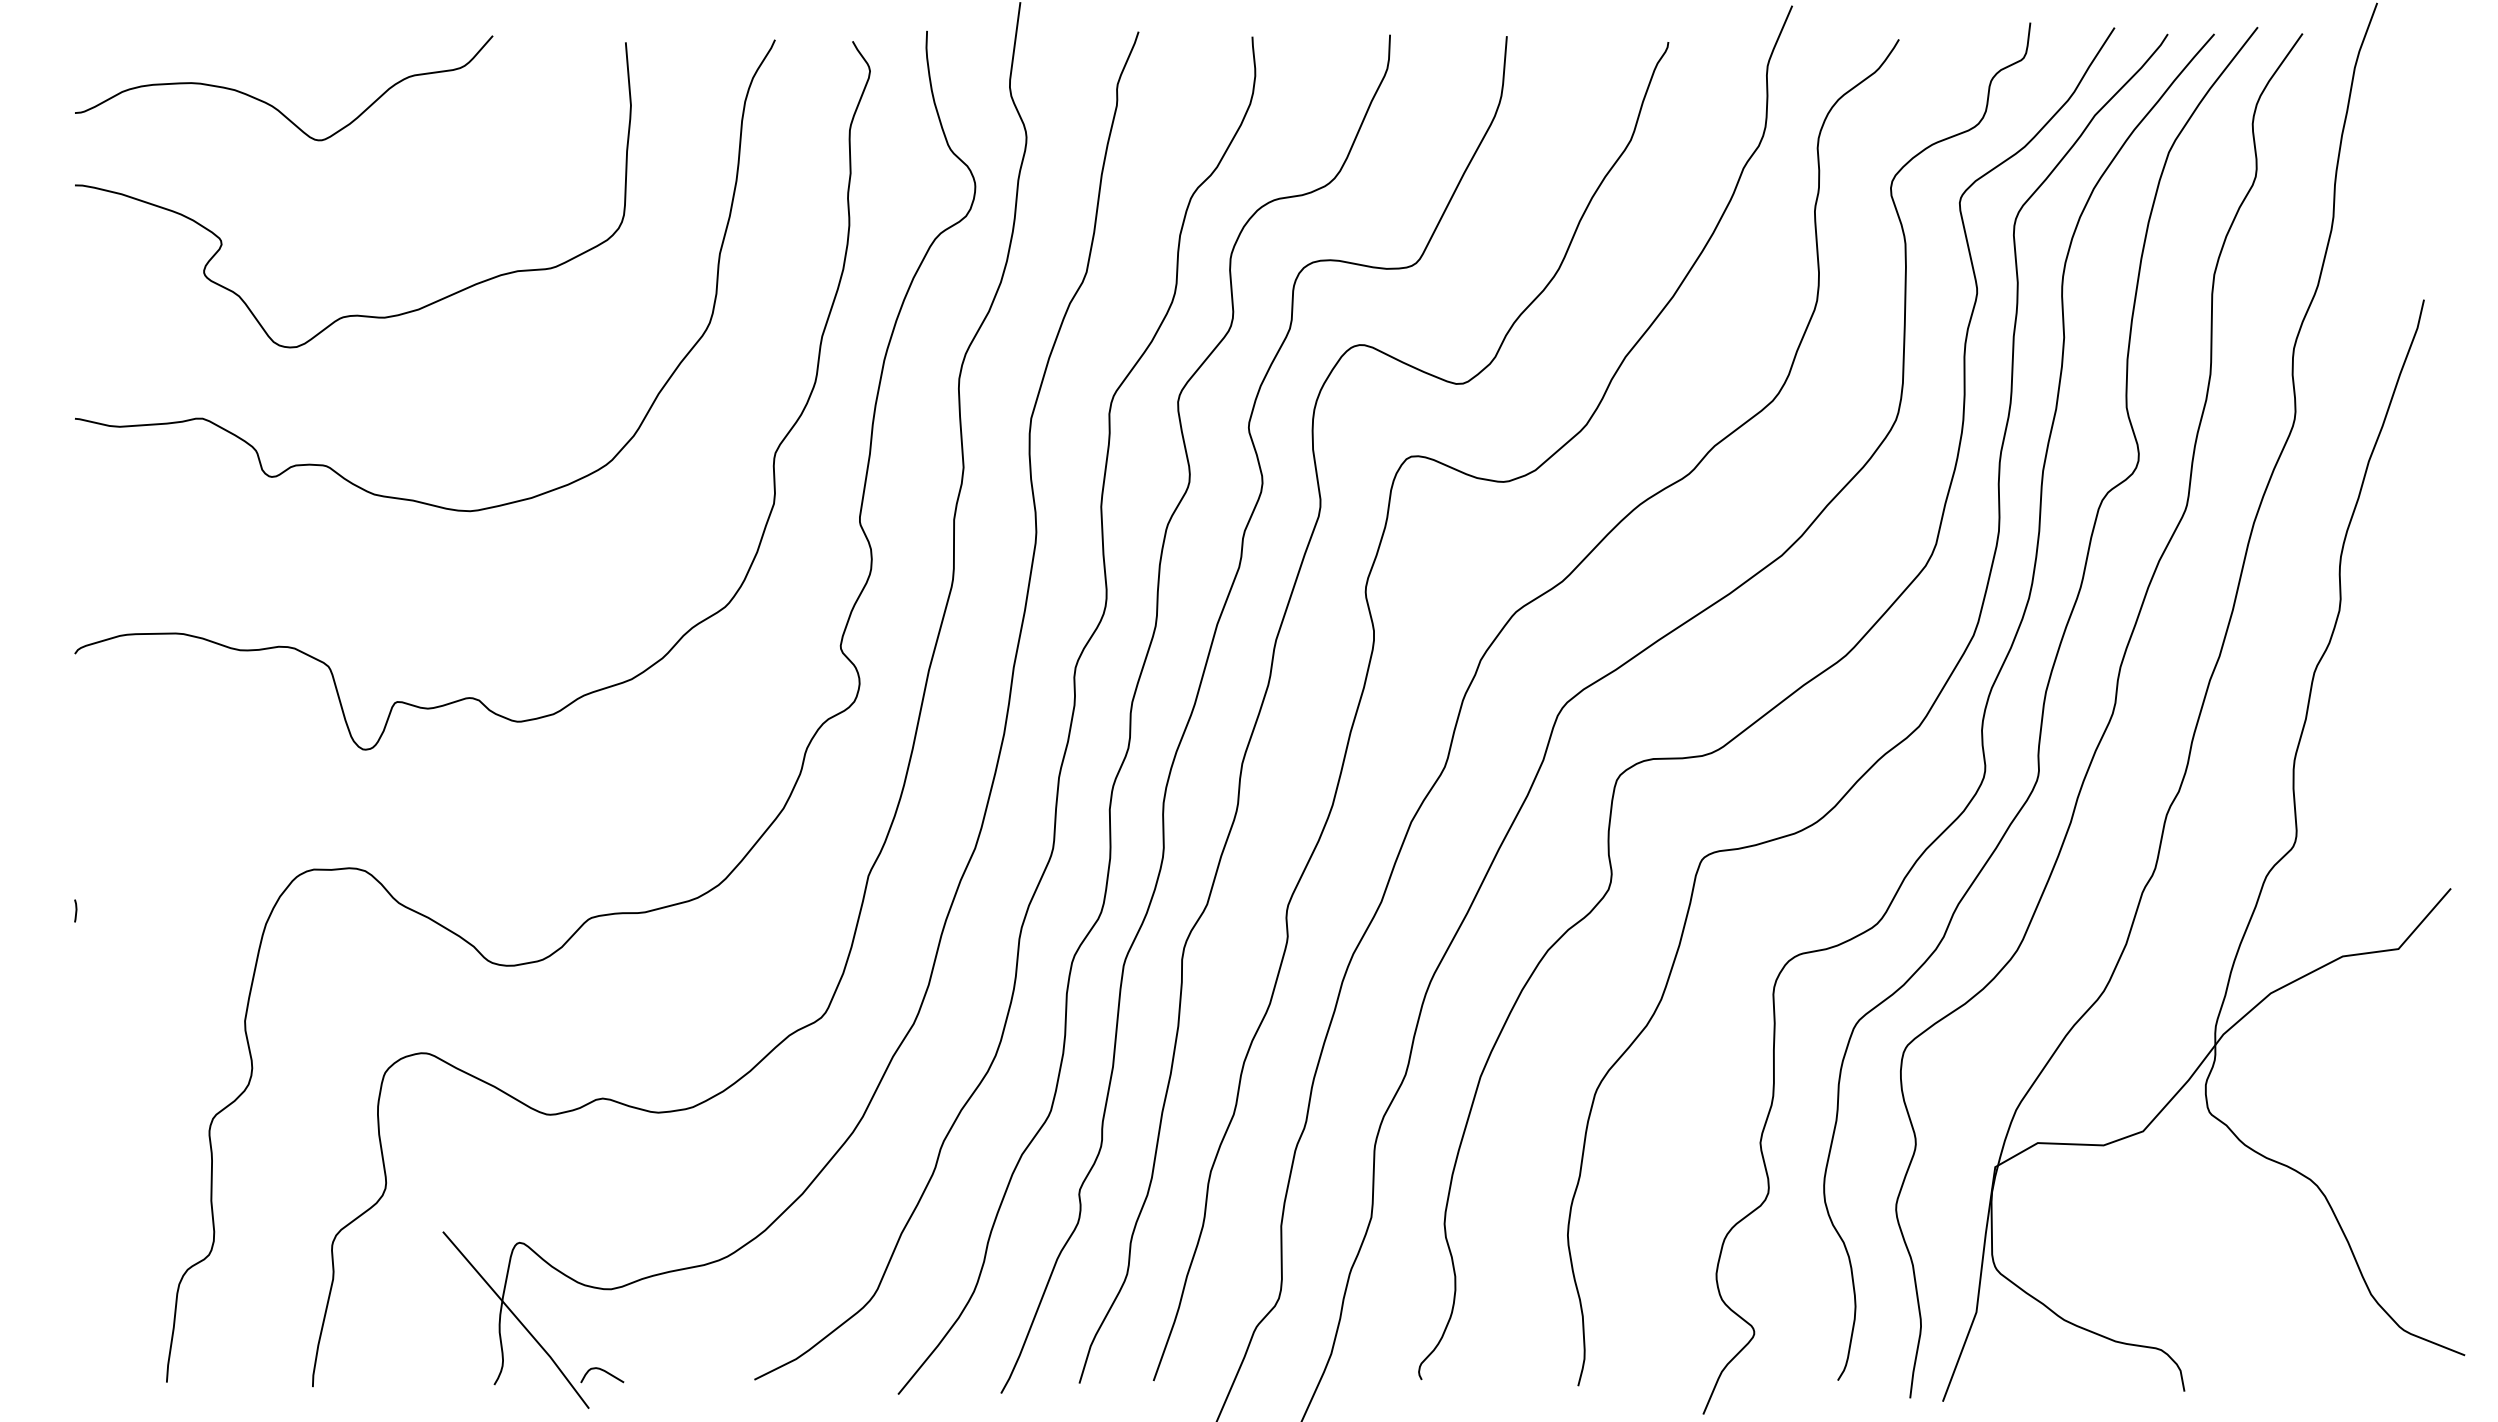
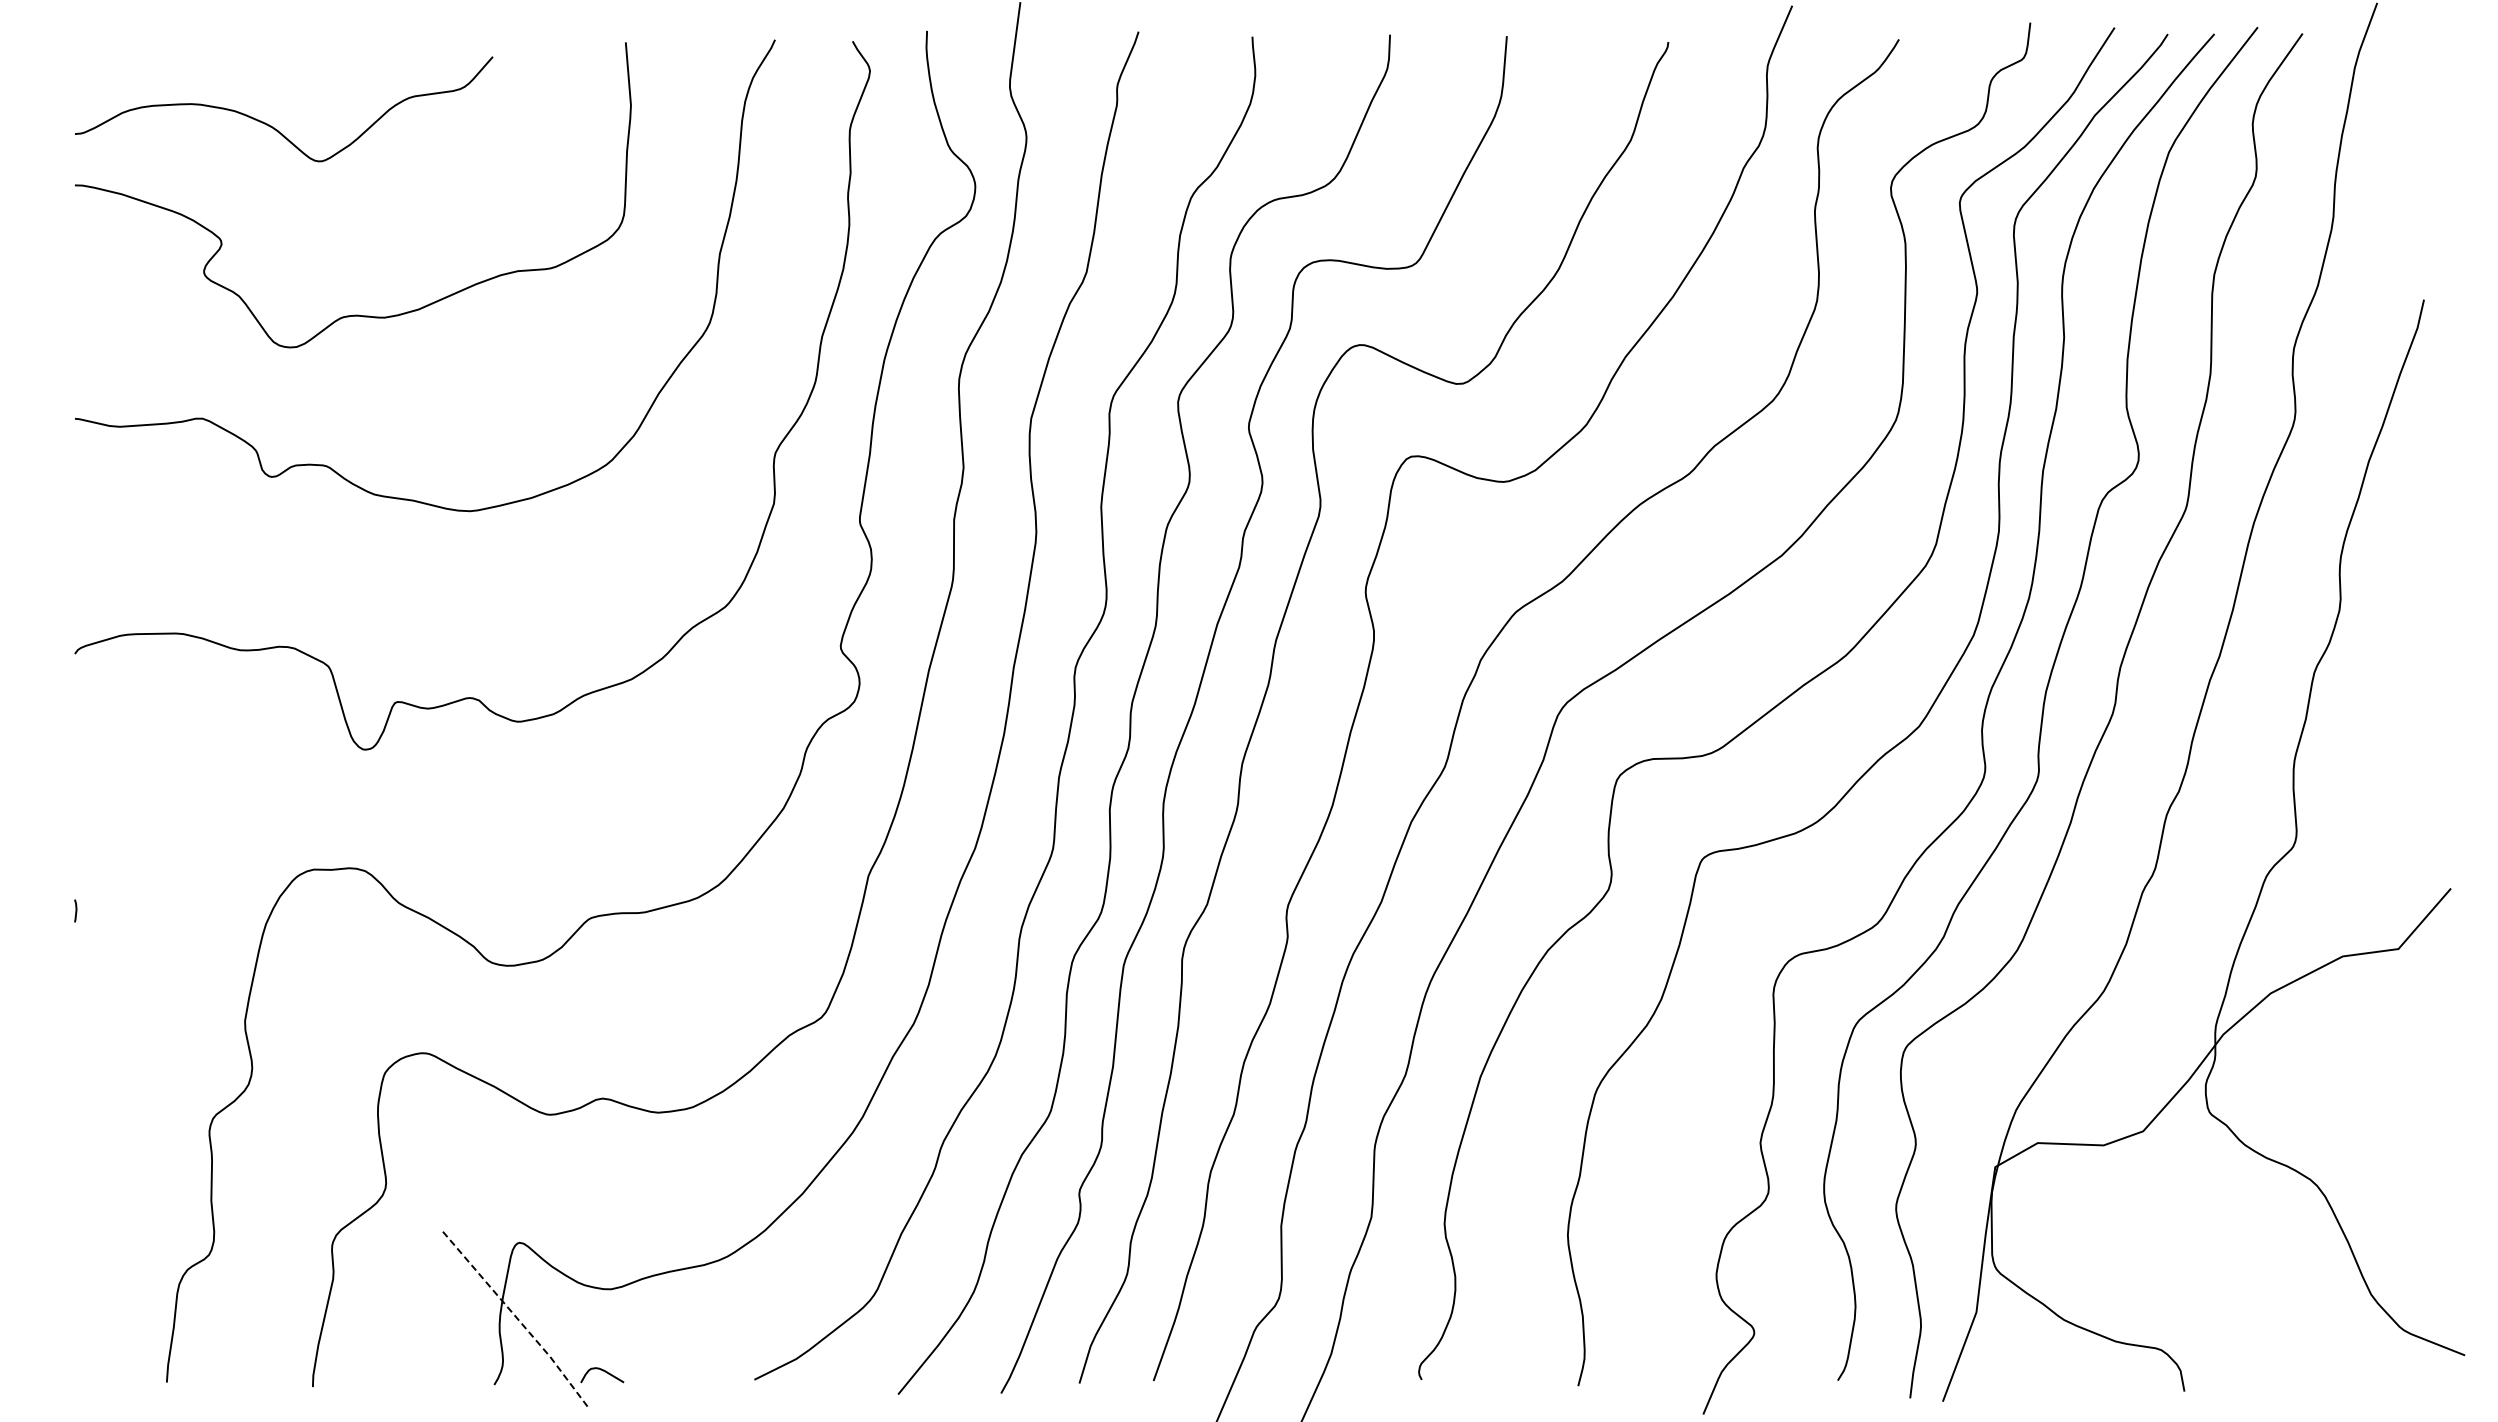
curve at (274, 106) position: (274, 106) -> (274, 127)
line at (518, 1319): solid -> dashed
